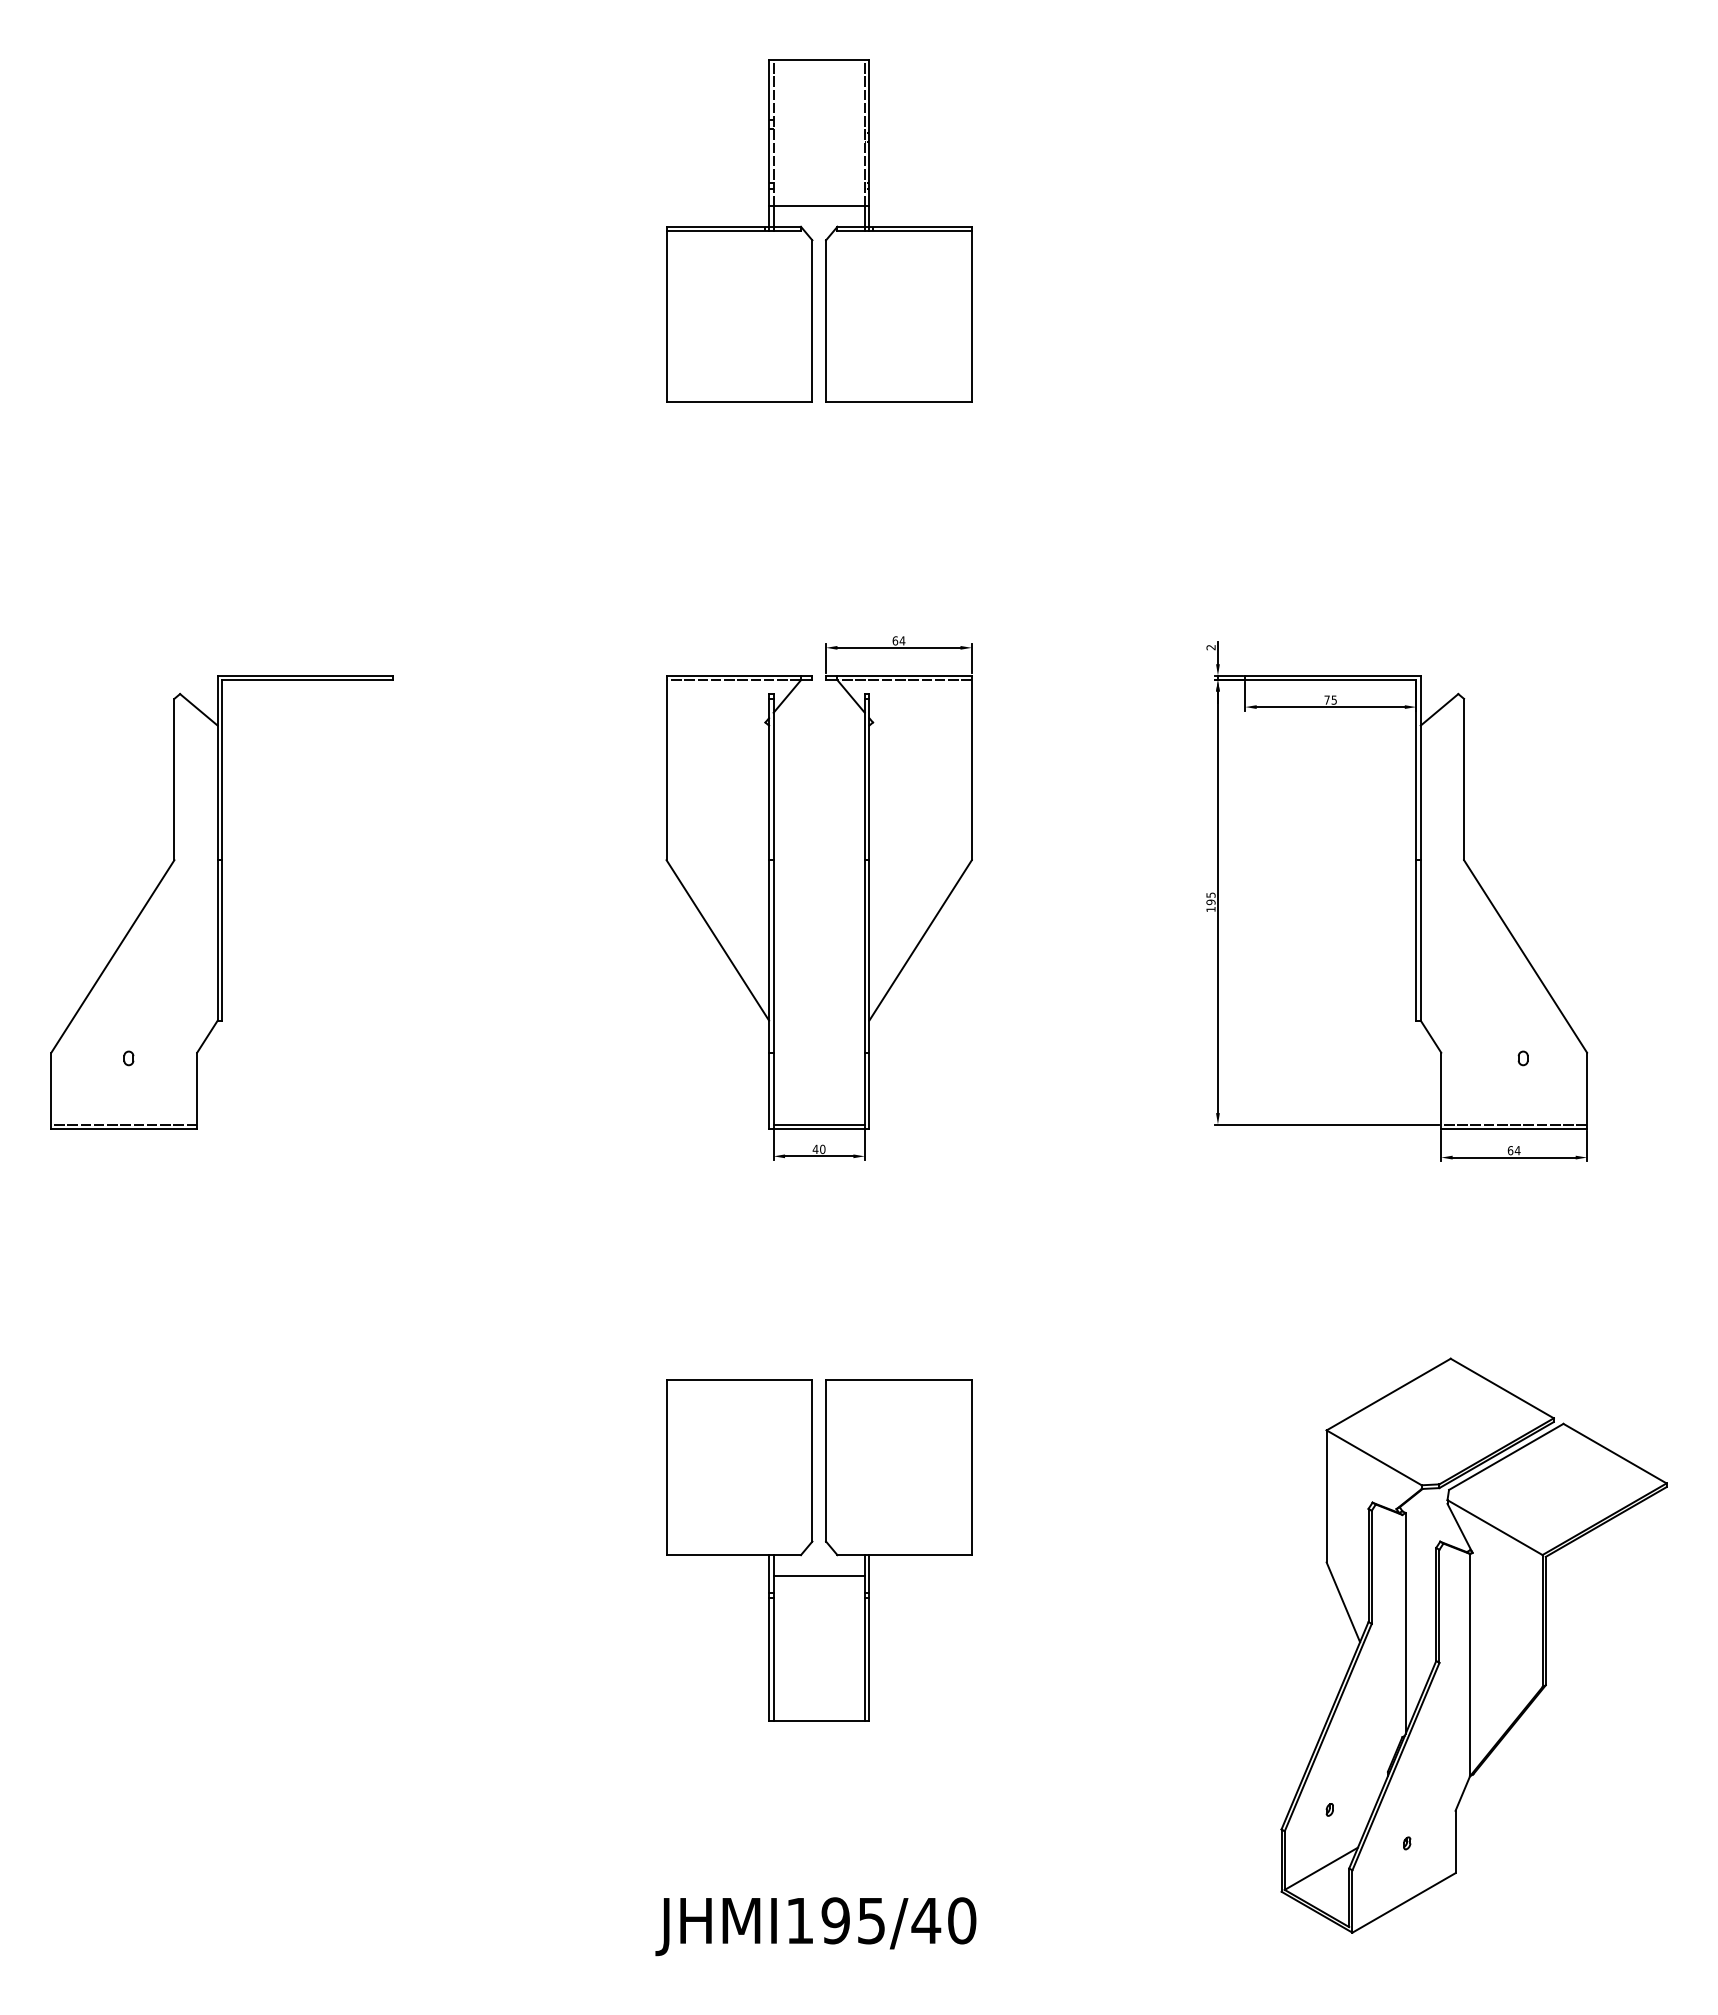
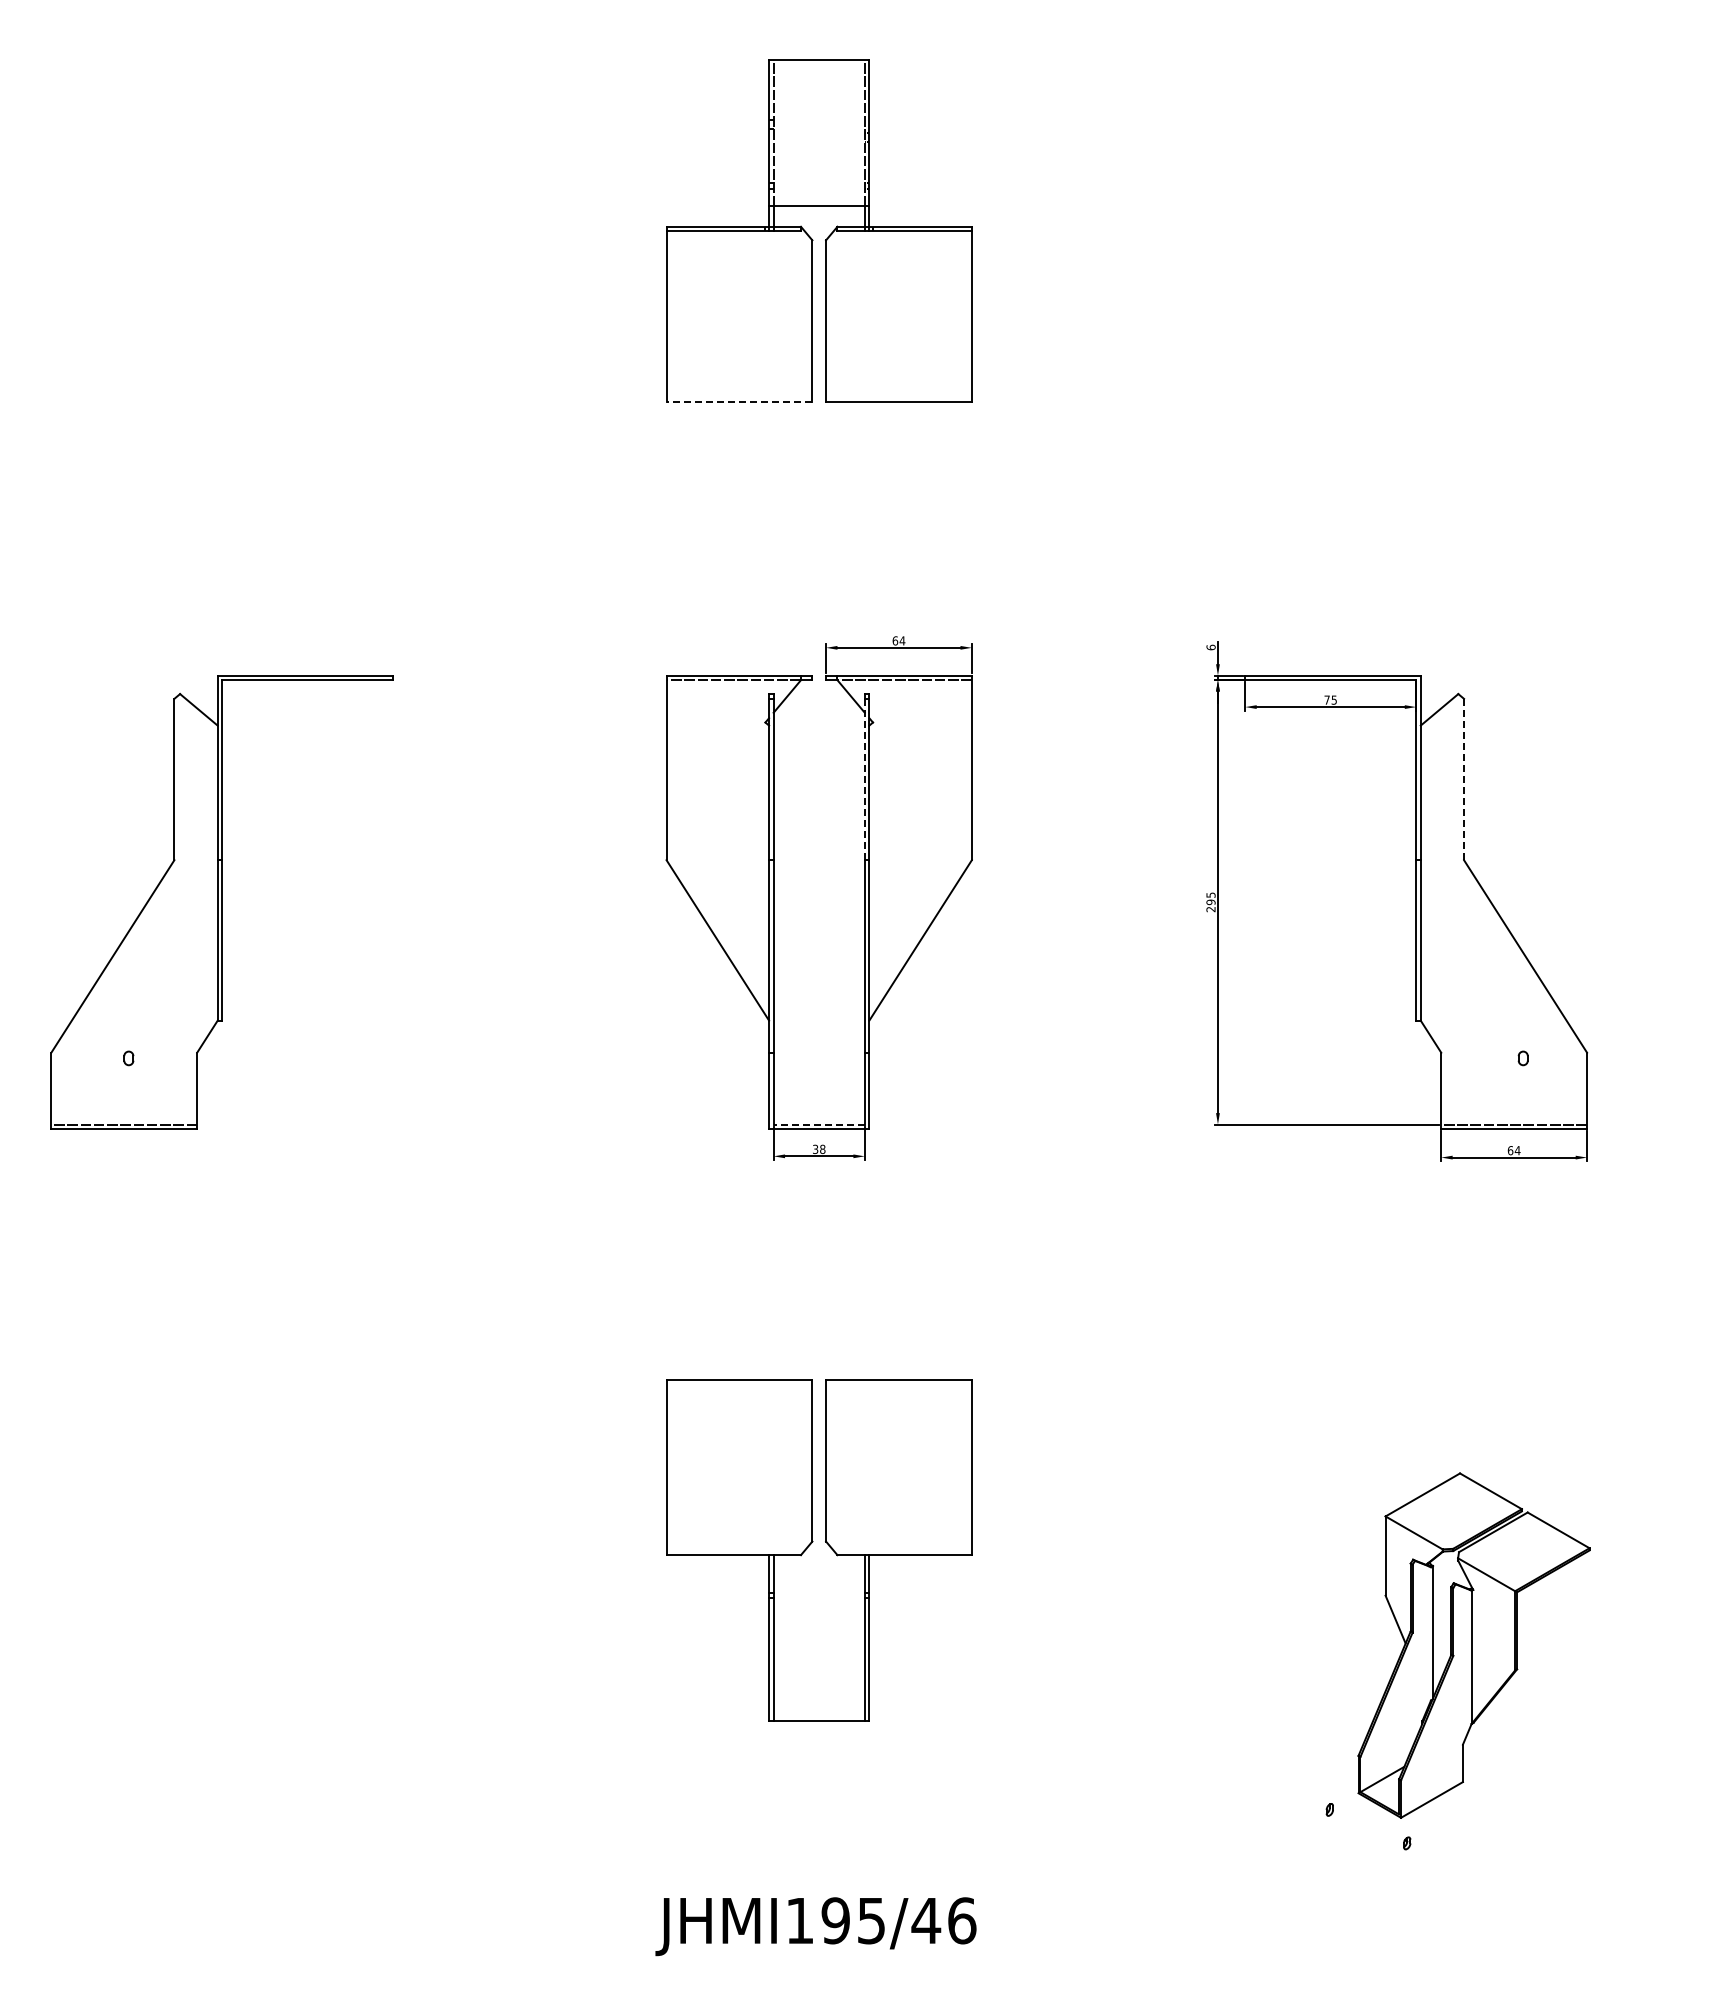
line at (739, 402): solid -> dashed
text at (1210, 647): 2 -> 6
line at (864, 779): solid -> dashed
line at (1464, 779): solid -> dashed
text at (1210, 909): 195 -> 295
line at (819, 1124): solid -> dashed
text at (818, 1148): 40 -> 38
line at (818, 1575): present -> none
part at (1473, 1645) size: 388x577 px -> 234x347 px
text at (962, 1920): JHMI195/40 -> JHMI195/46
